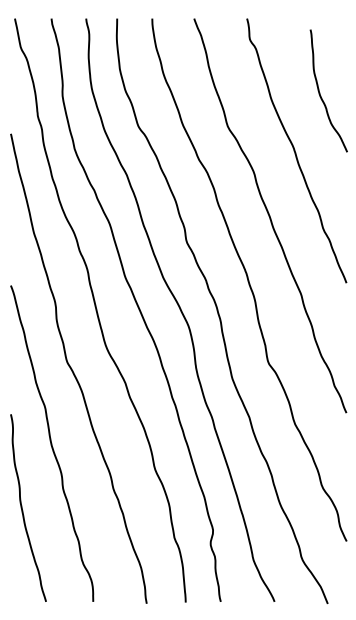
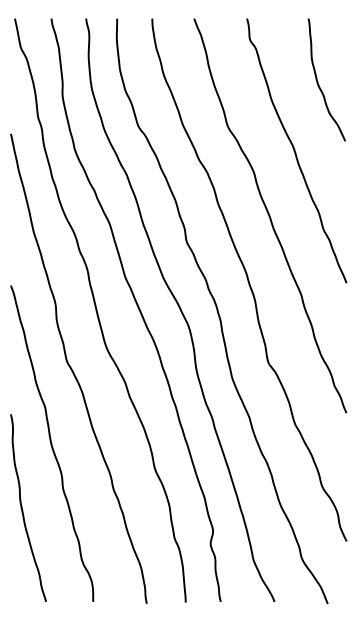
curve at (320, 92) position: (320, 92) -> (318, 81)
